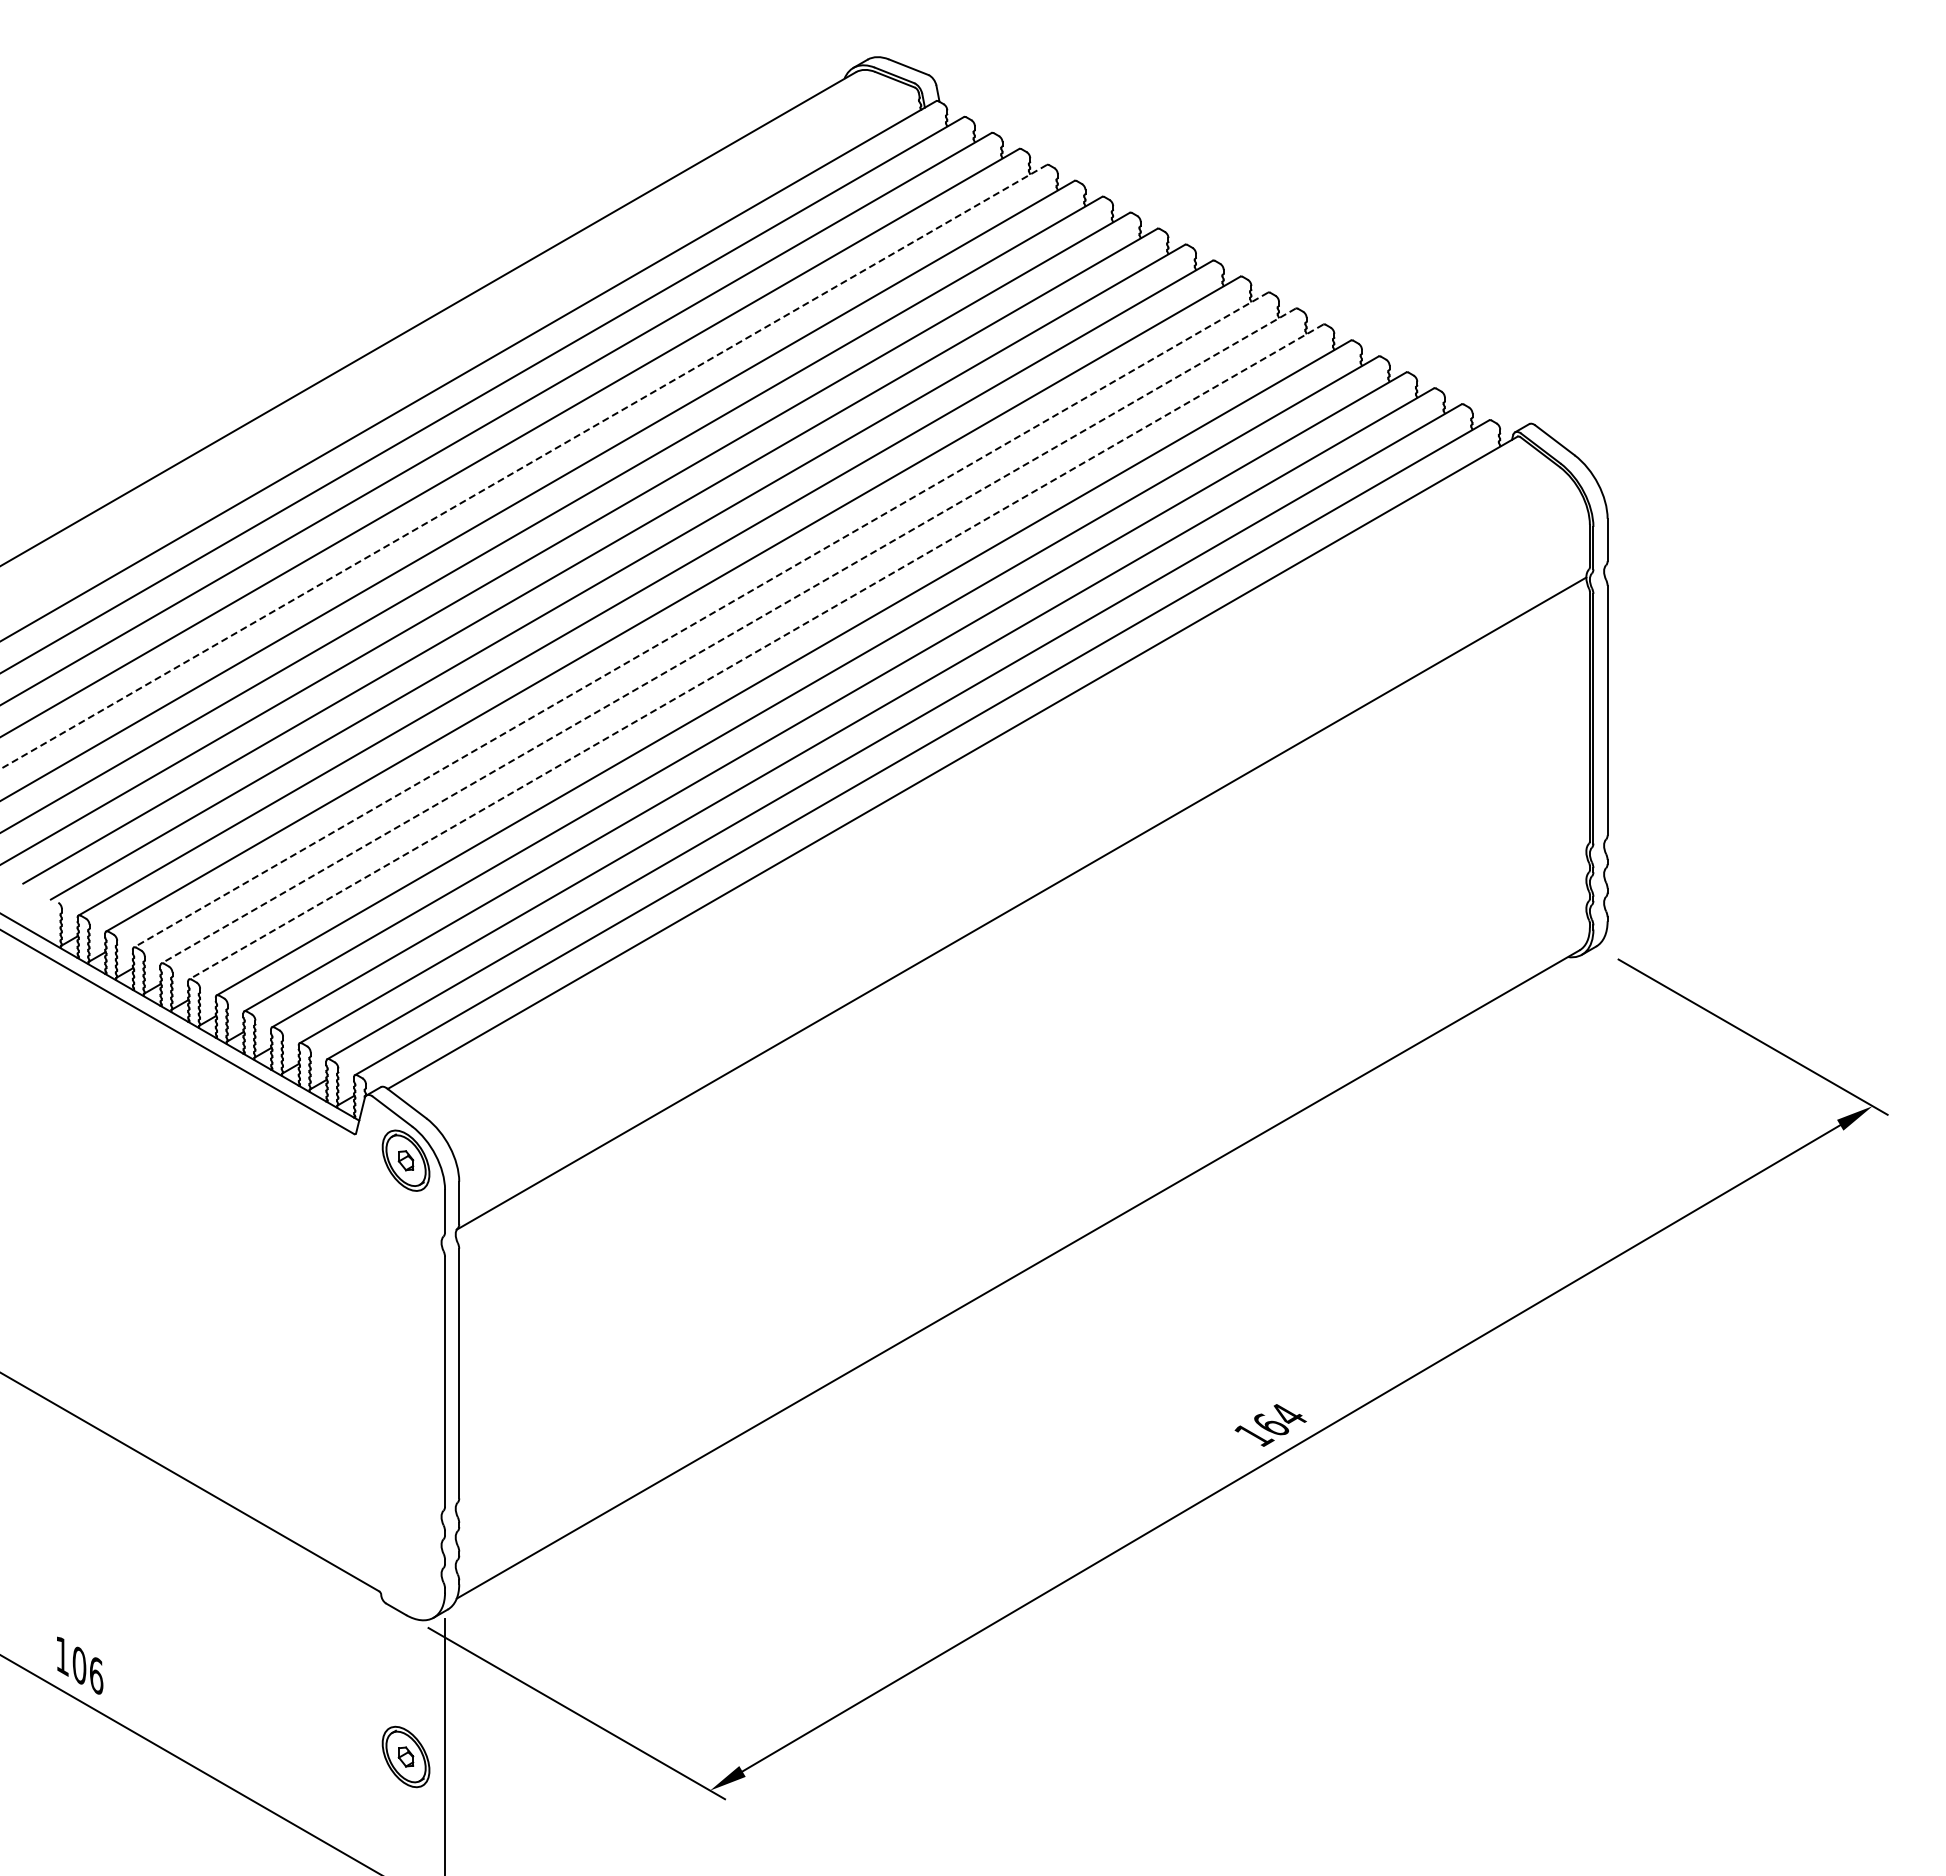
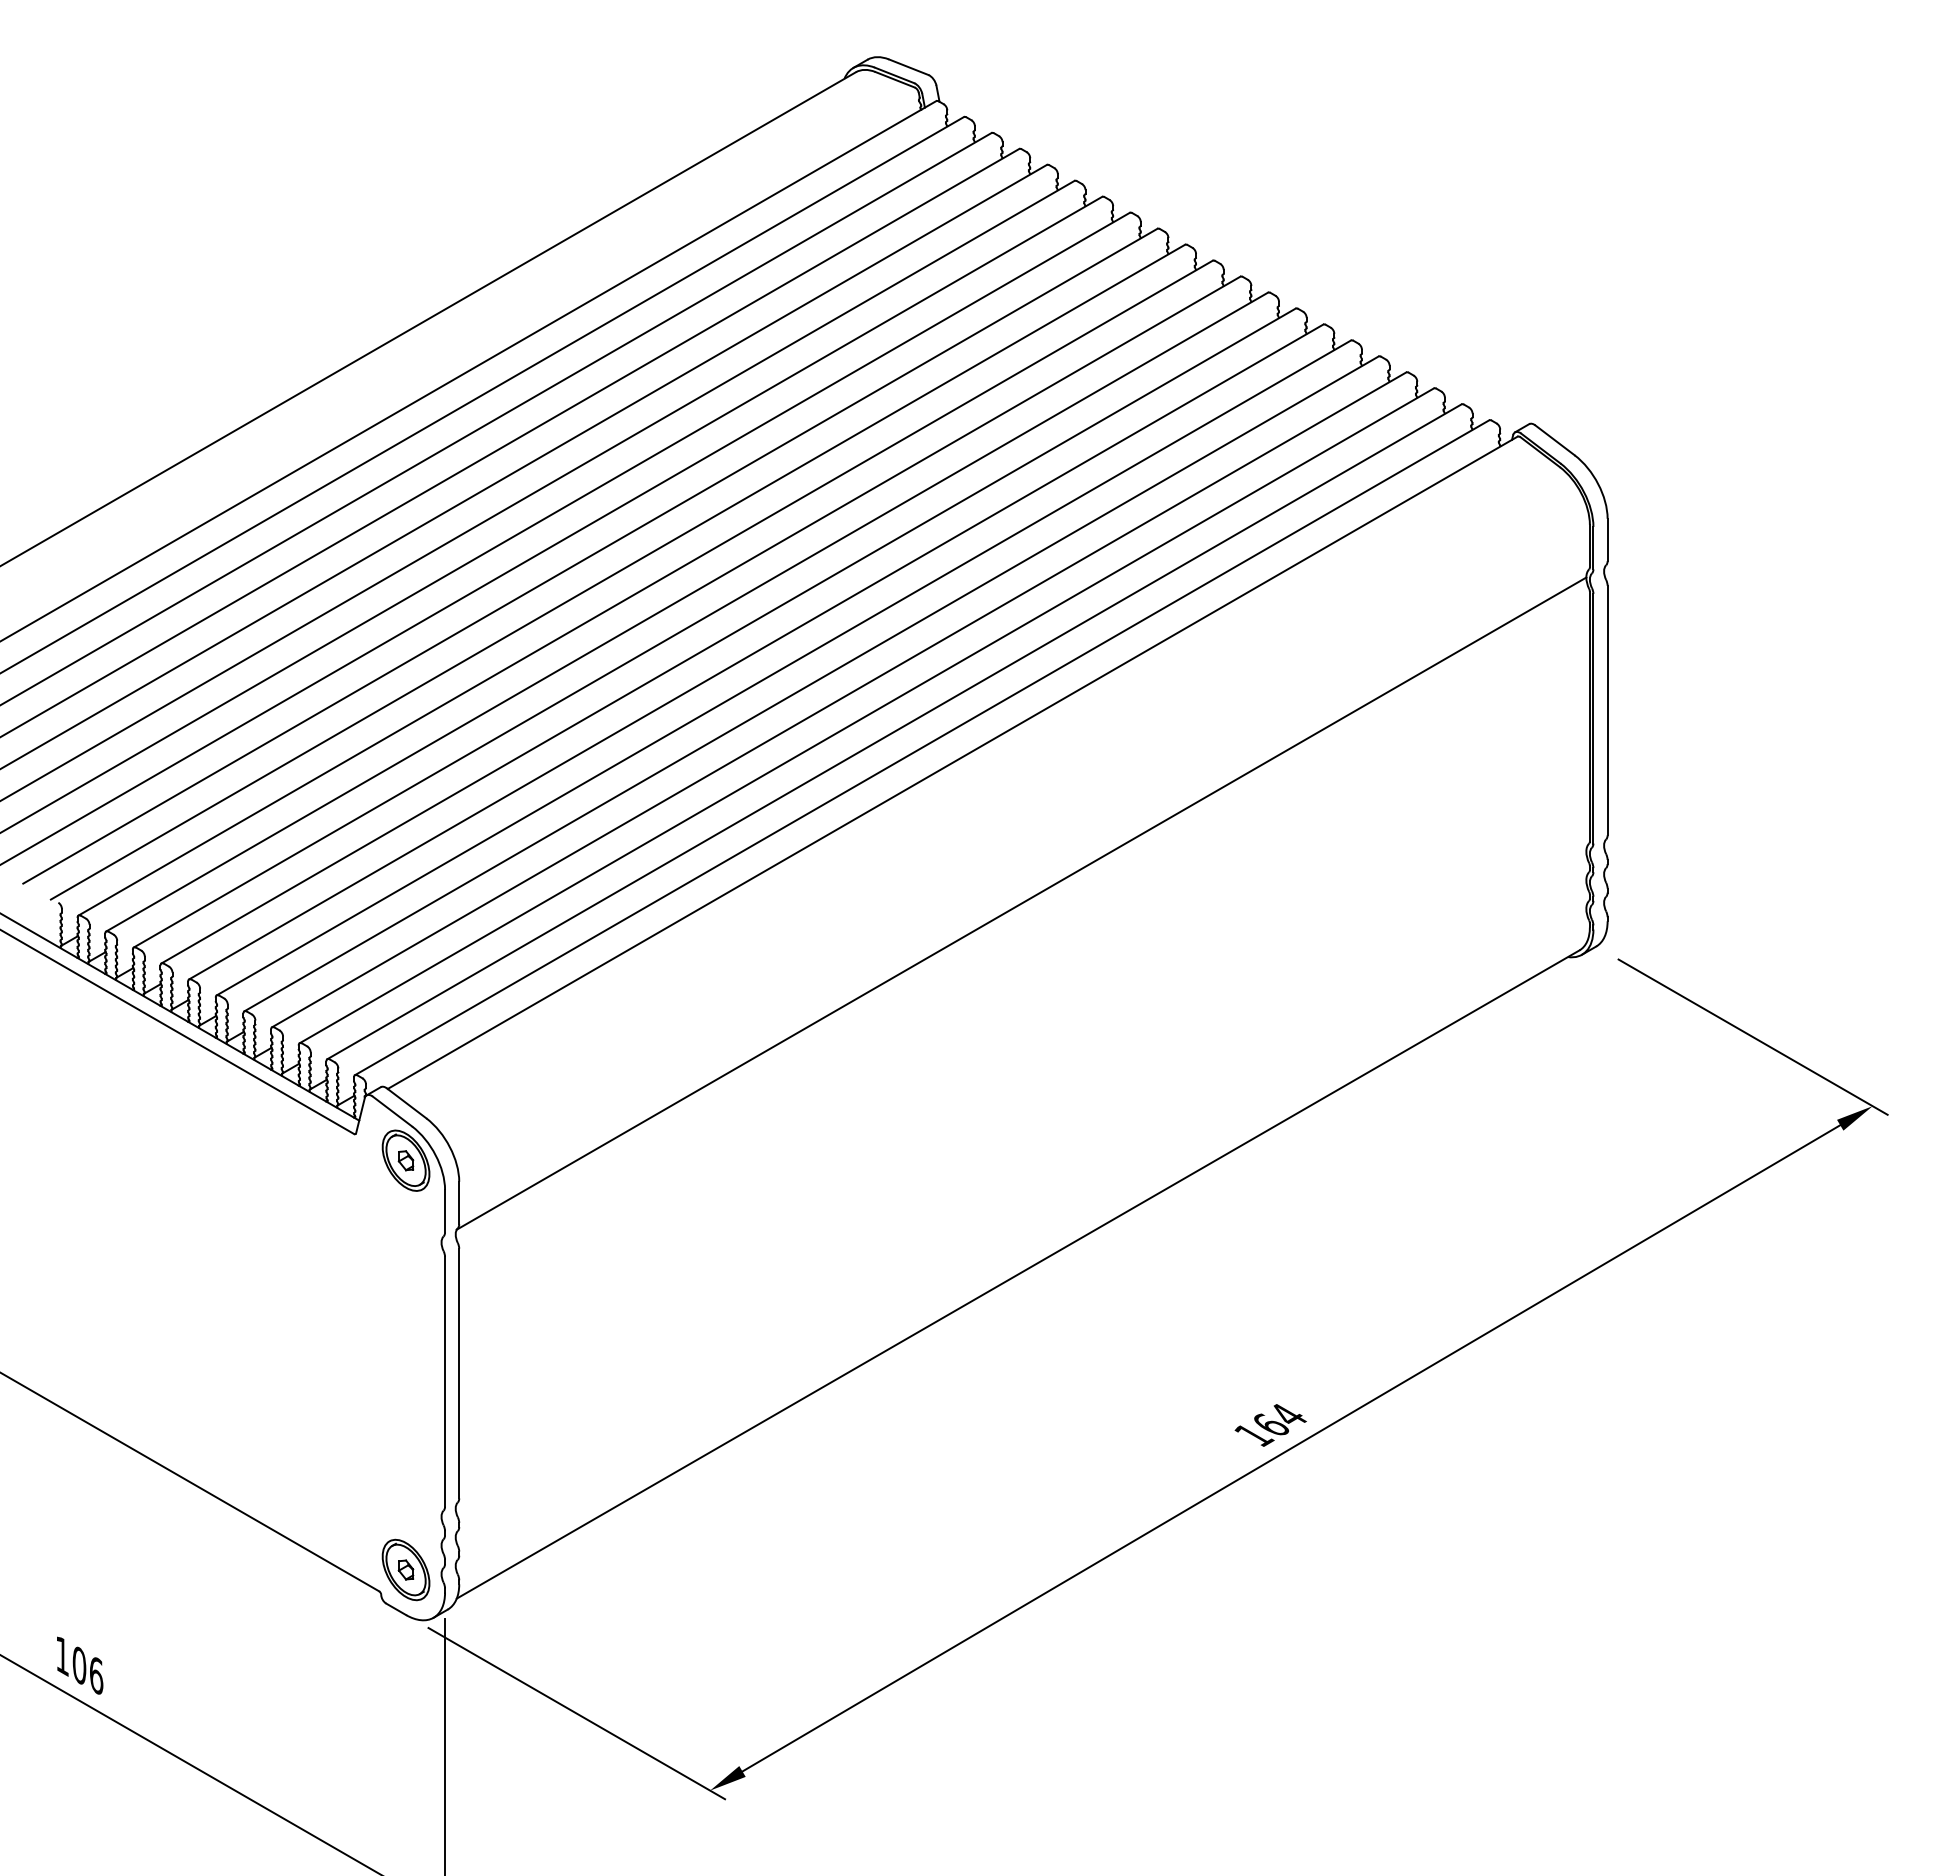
line at (523, 467): dashed -> solid
line at (700, 620): dashed -> solid
line at (728, 636): dashed -> solid
line at (756, 651): dashed -> solid
part at (405, 1756) position: (405, 1756) -> (405, 1569)
